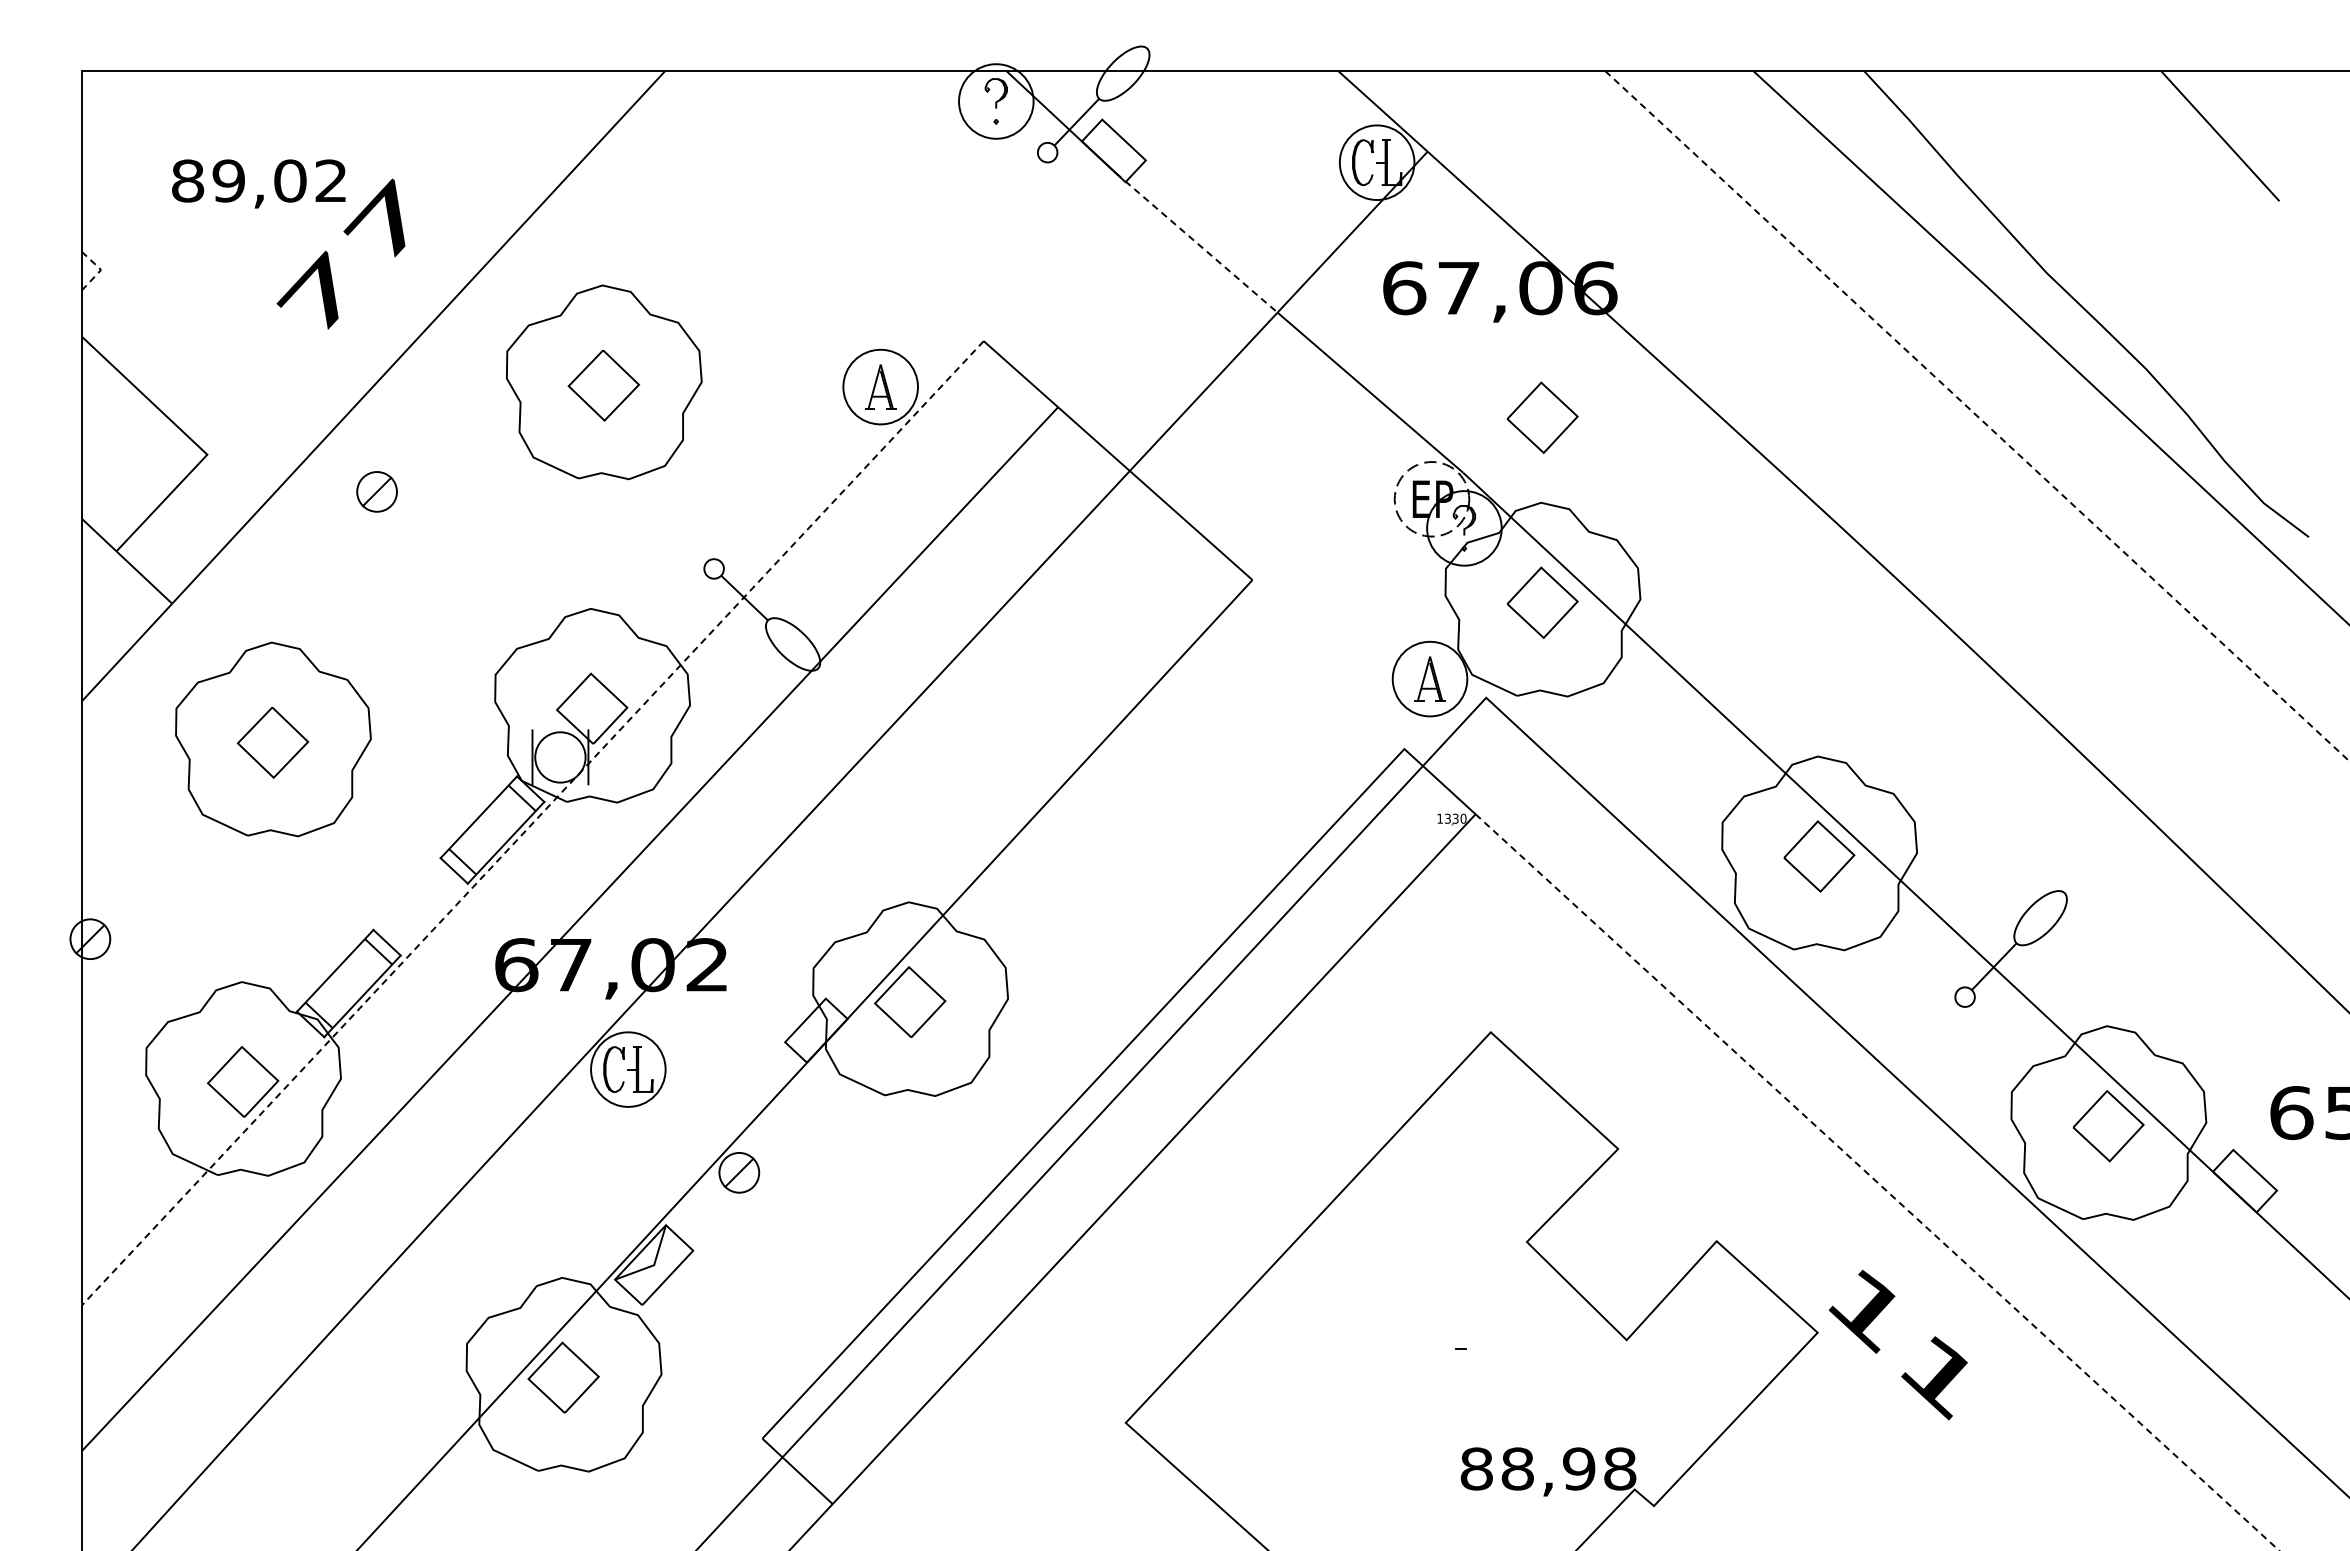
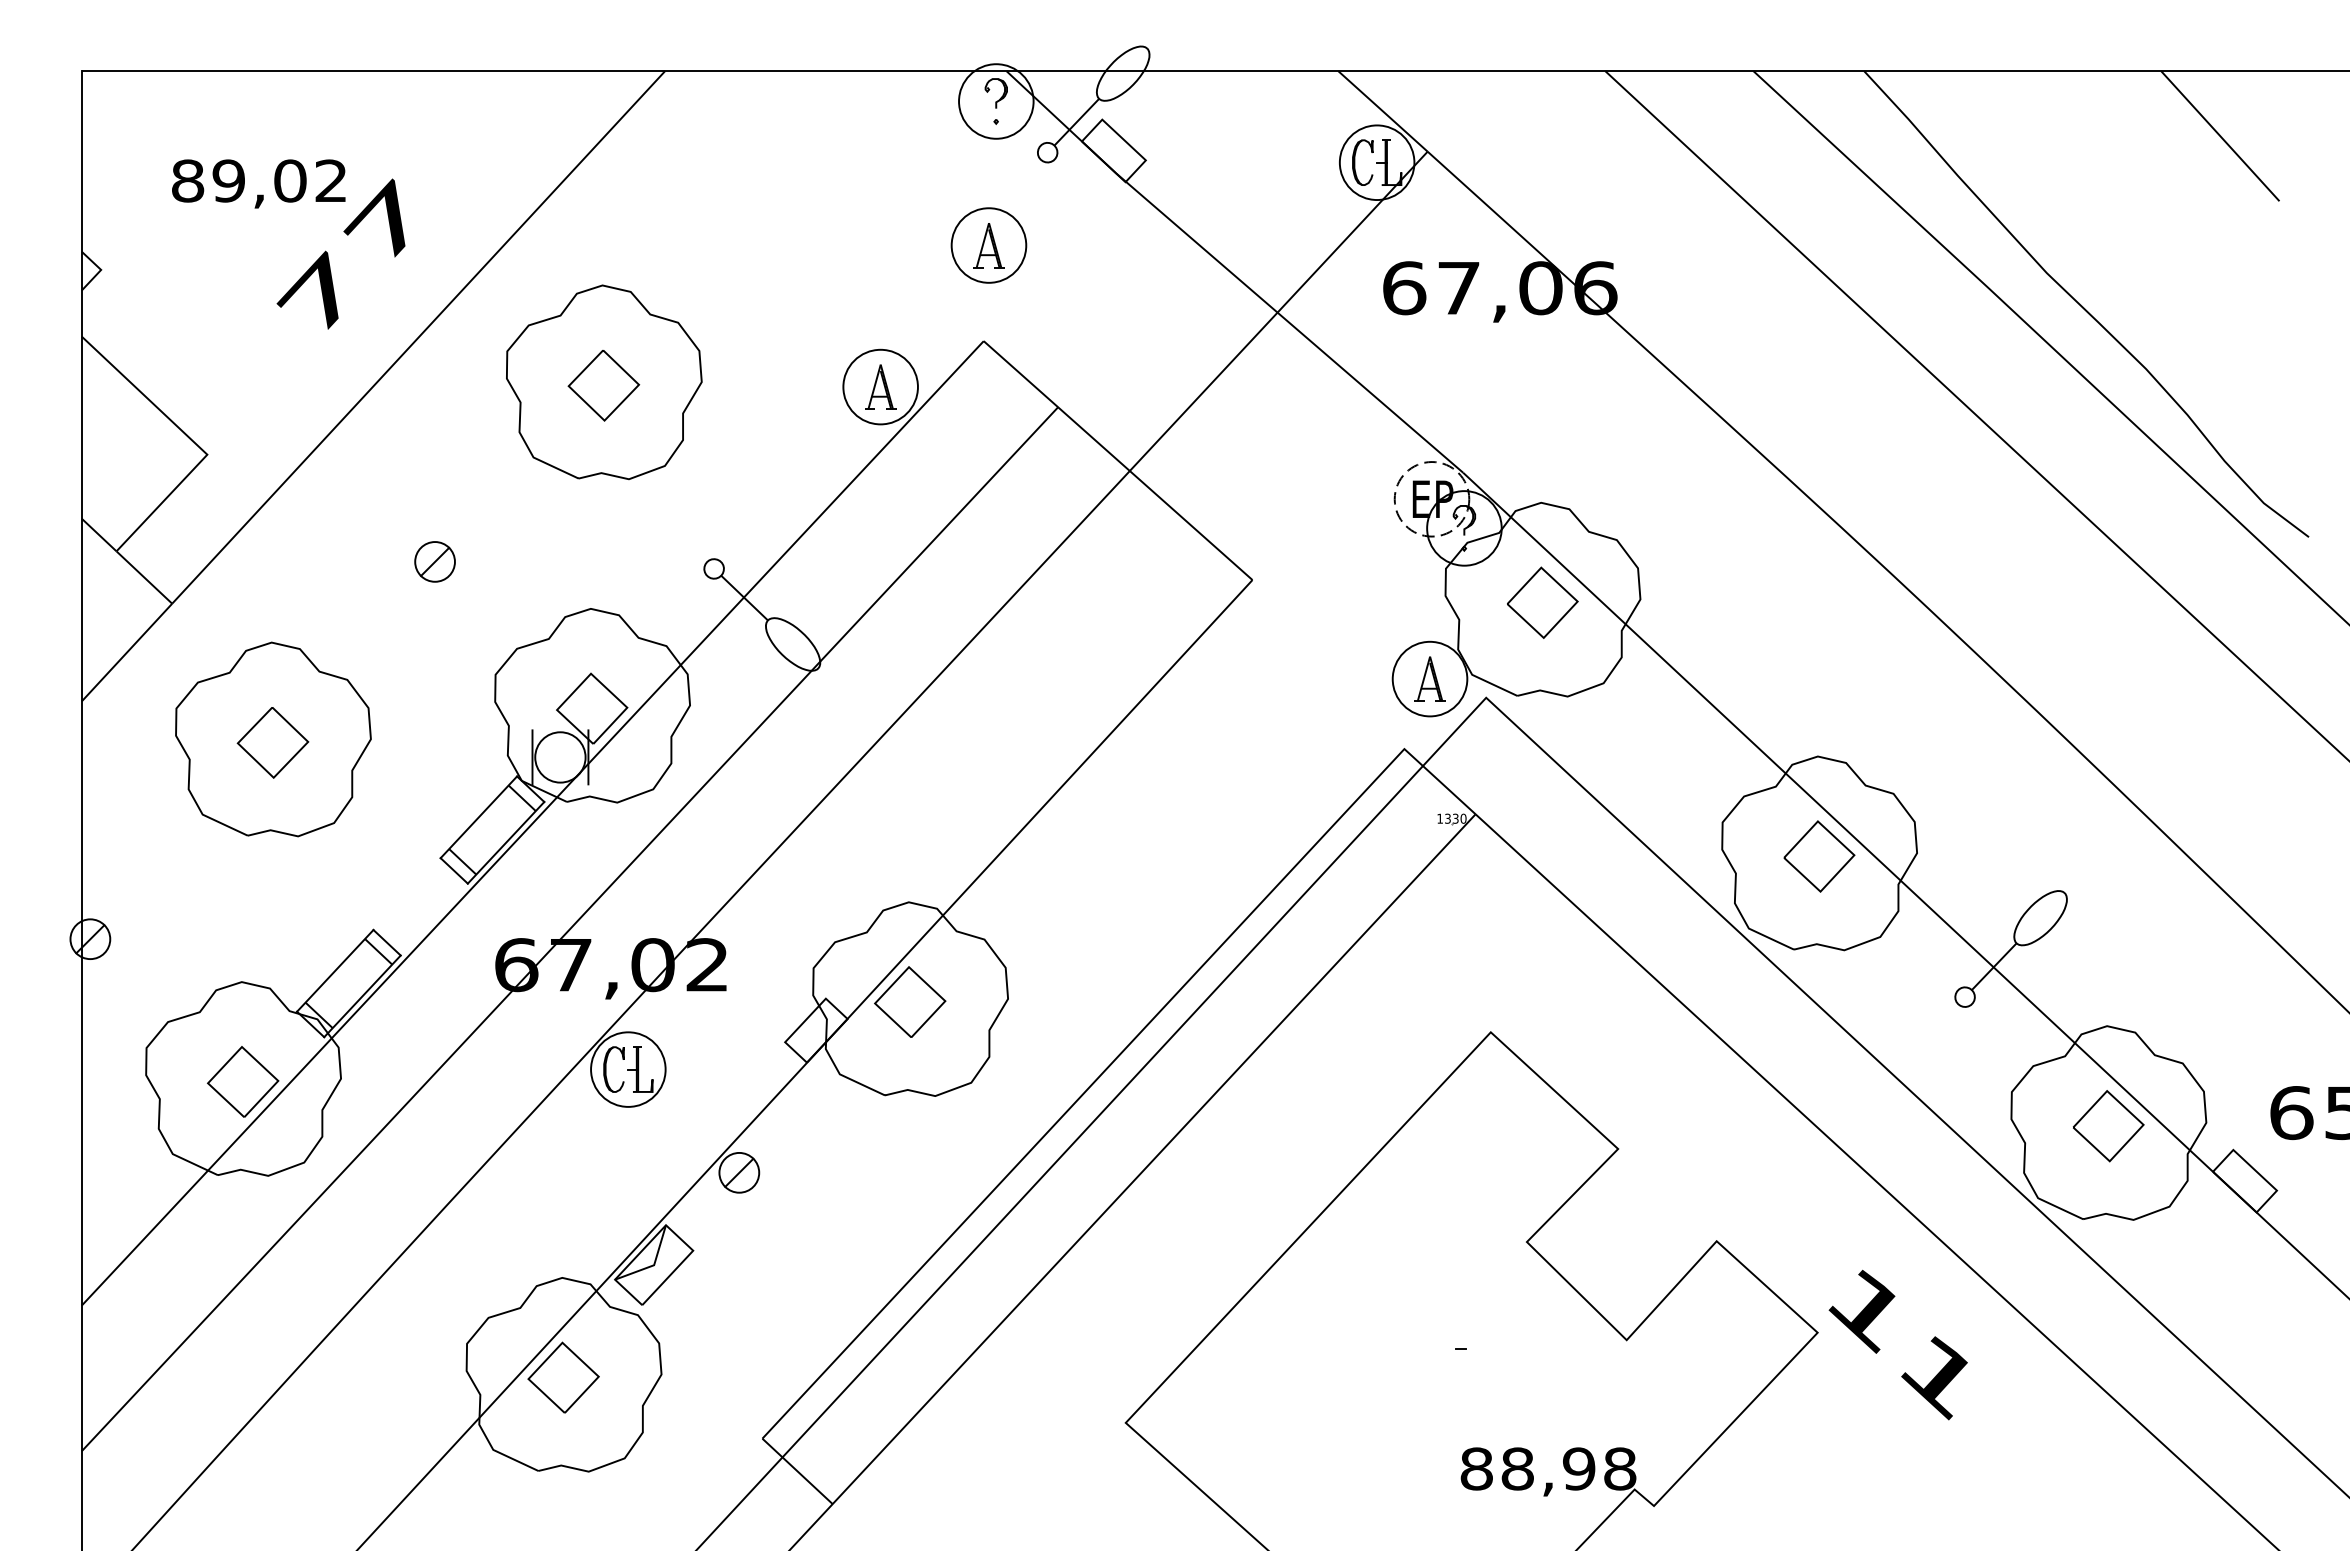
line at (1196, 243): dashed -> solid
part at (988, 245): none -> present
line at (100, 270): dashed -> solid
line at (1977, 416): dashed -> solid
part at (1542, 417): present -> none
part at (376, 491) position: (376, 491) -> (434, 561)
line at (532, 823): dashed -> solid
line at (1877, 1182): dashed -> solid
